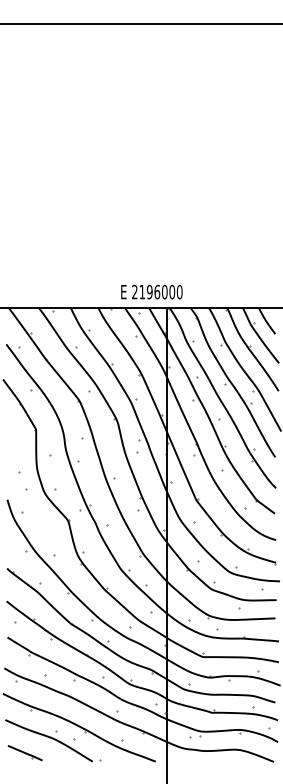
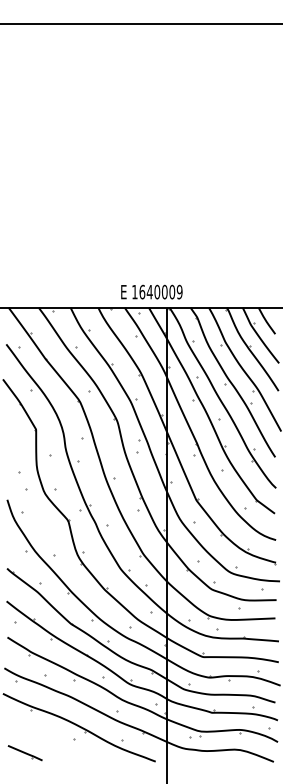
text at (157, 291): 2196000 -> 1640009
part at (53, 740): present -> none
